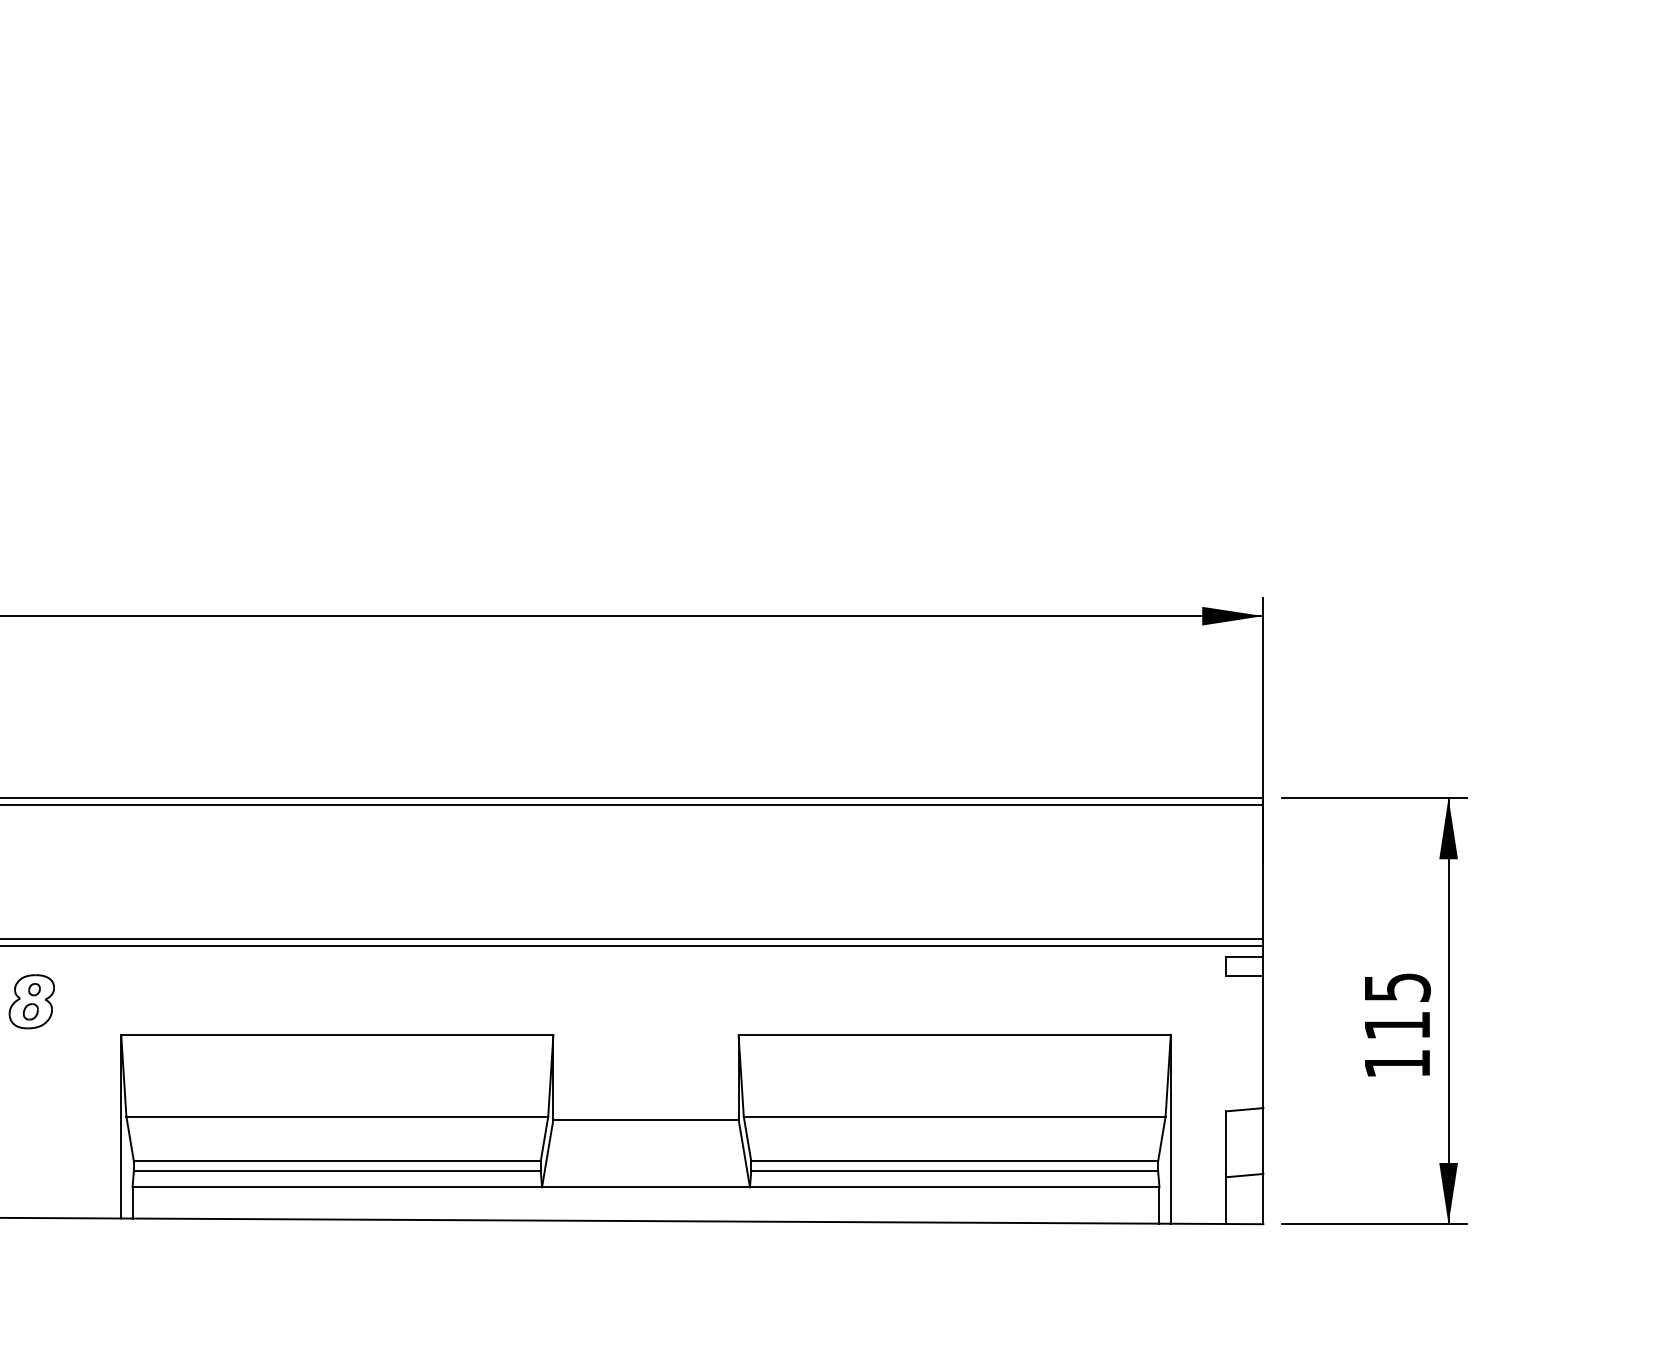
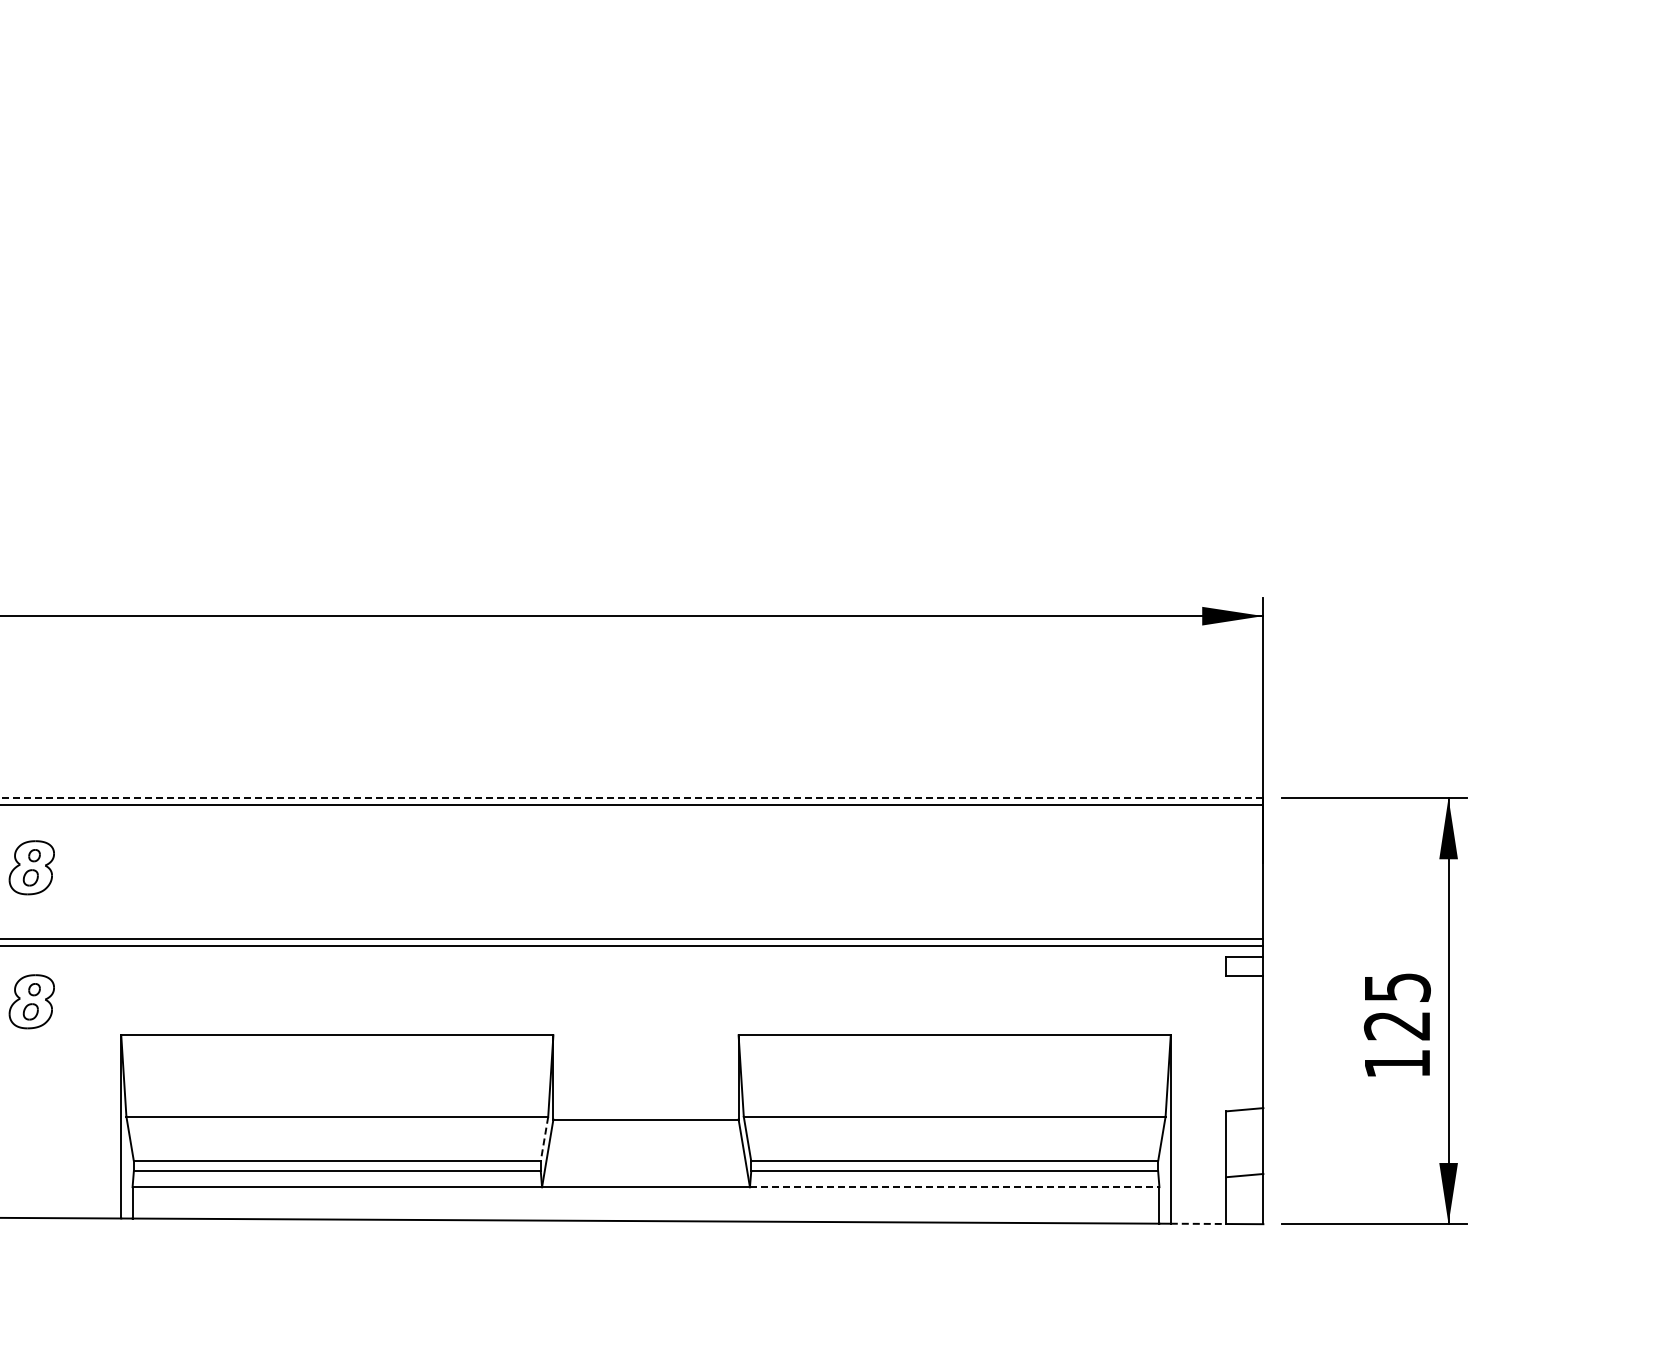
line at (631, 798): solid -> dashed
part at (31, 867): none -> present
text at (1396, 1026): 115 -> 125
line at (544, 1139): solid -> dashed
line at (954, 1187): solid -> dashed
line at (1198, 1223): solid -> dashed
